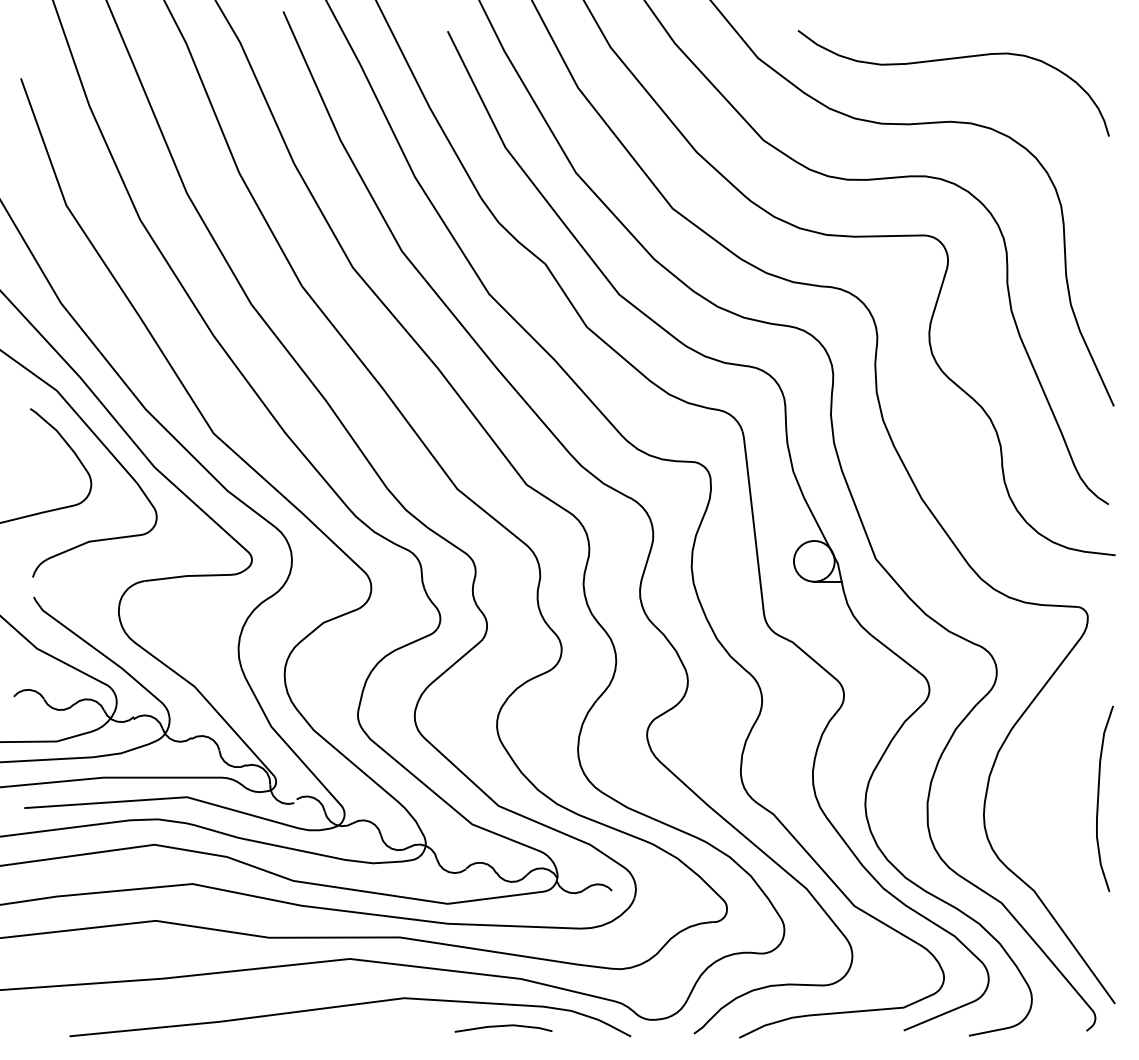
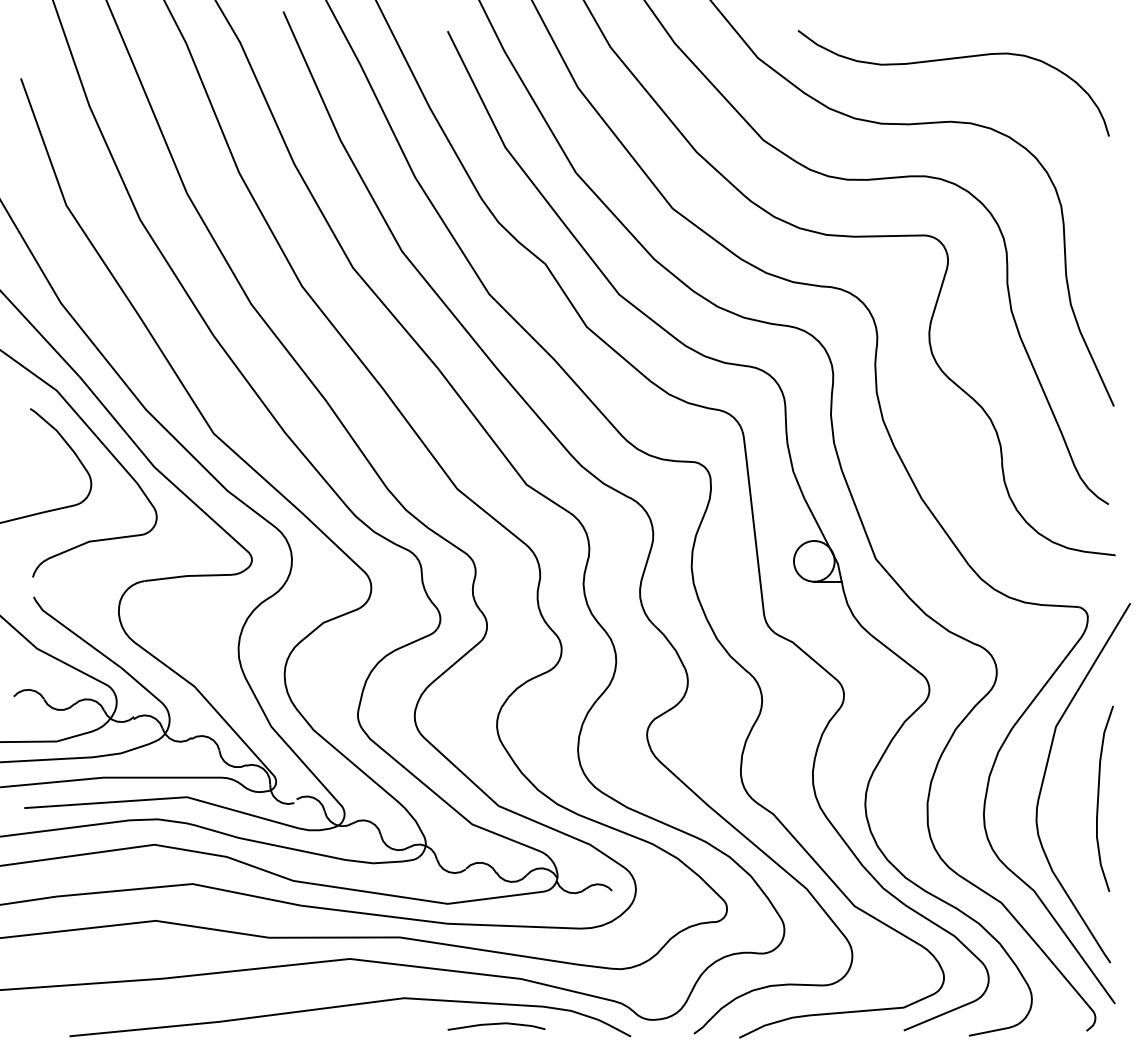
curve at (1045, 775): none -> present
line at (503, 1026) position: (503, 1026) -> (496, 1024)
